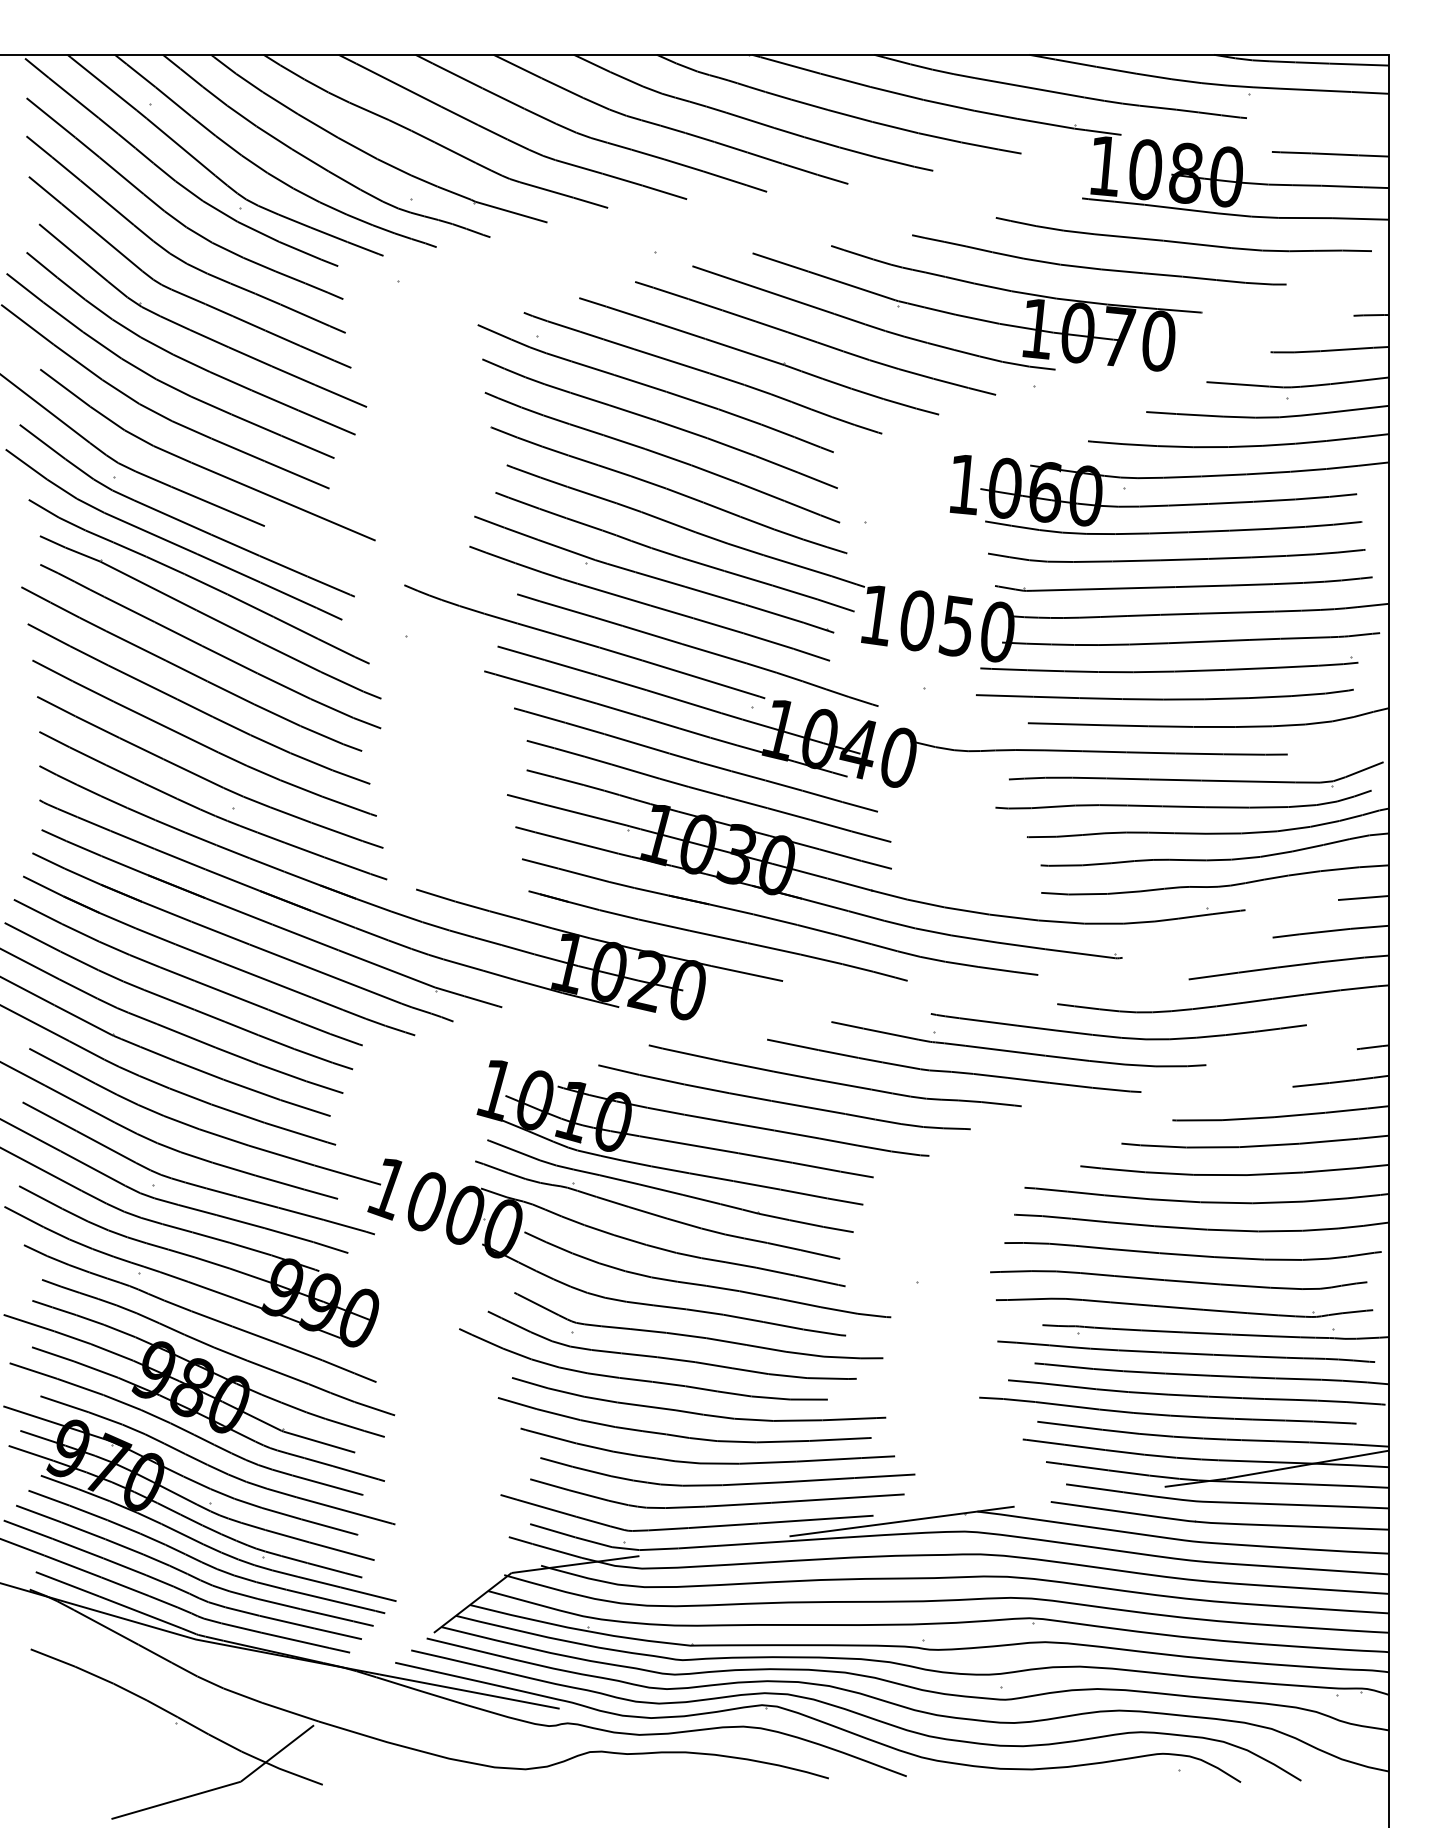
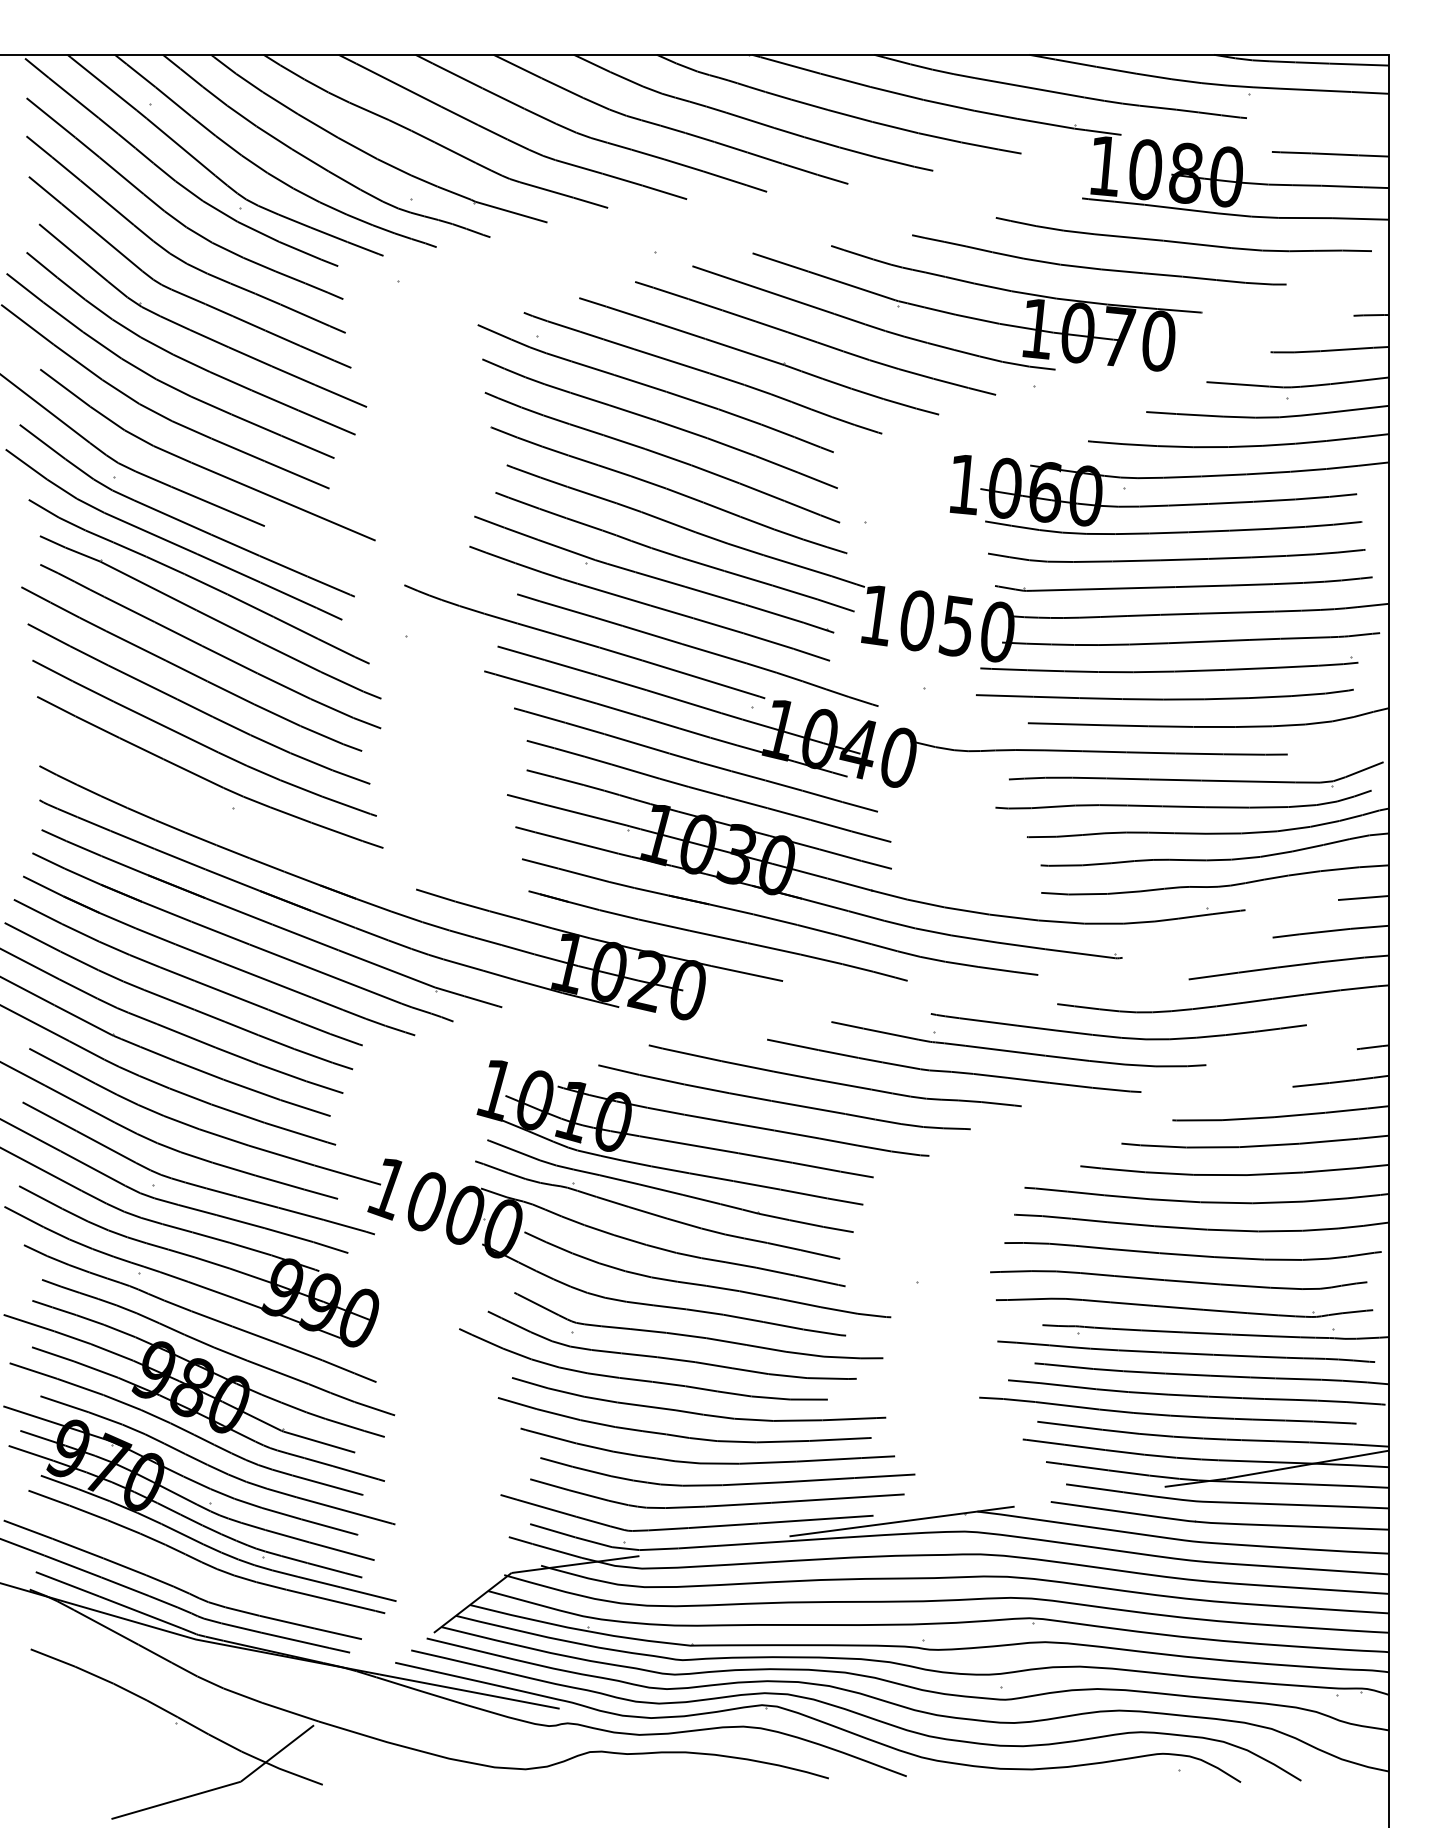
curve at (210, 812): present -> none
curve at (189, 1573): present -> none
